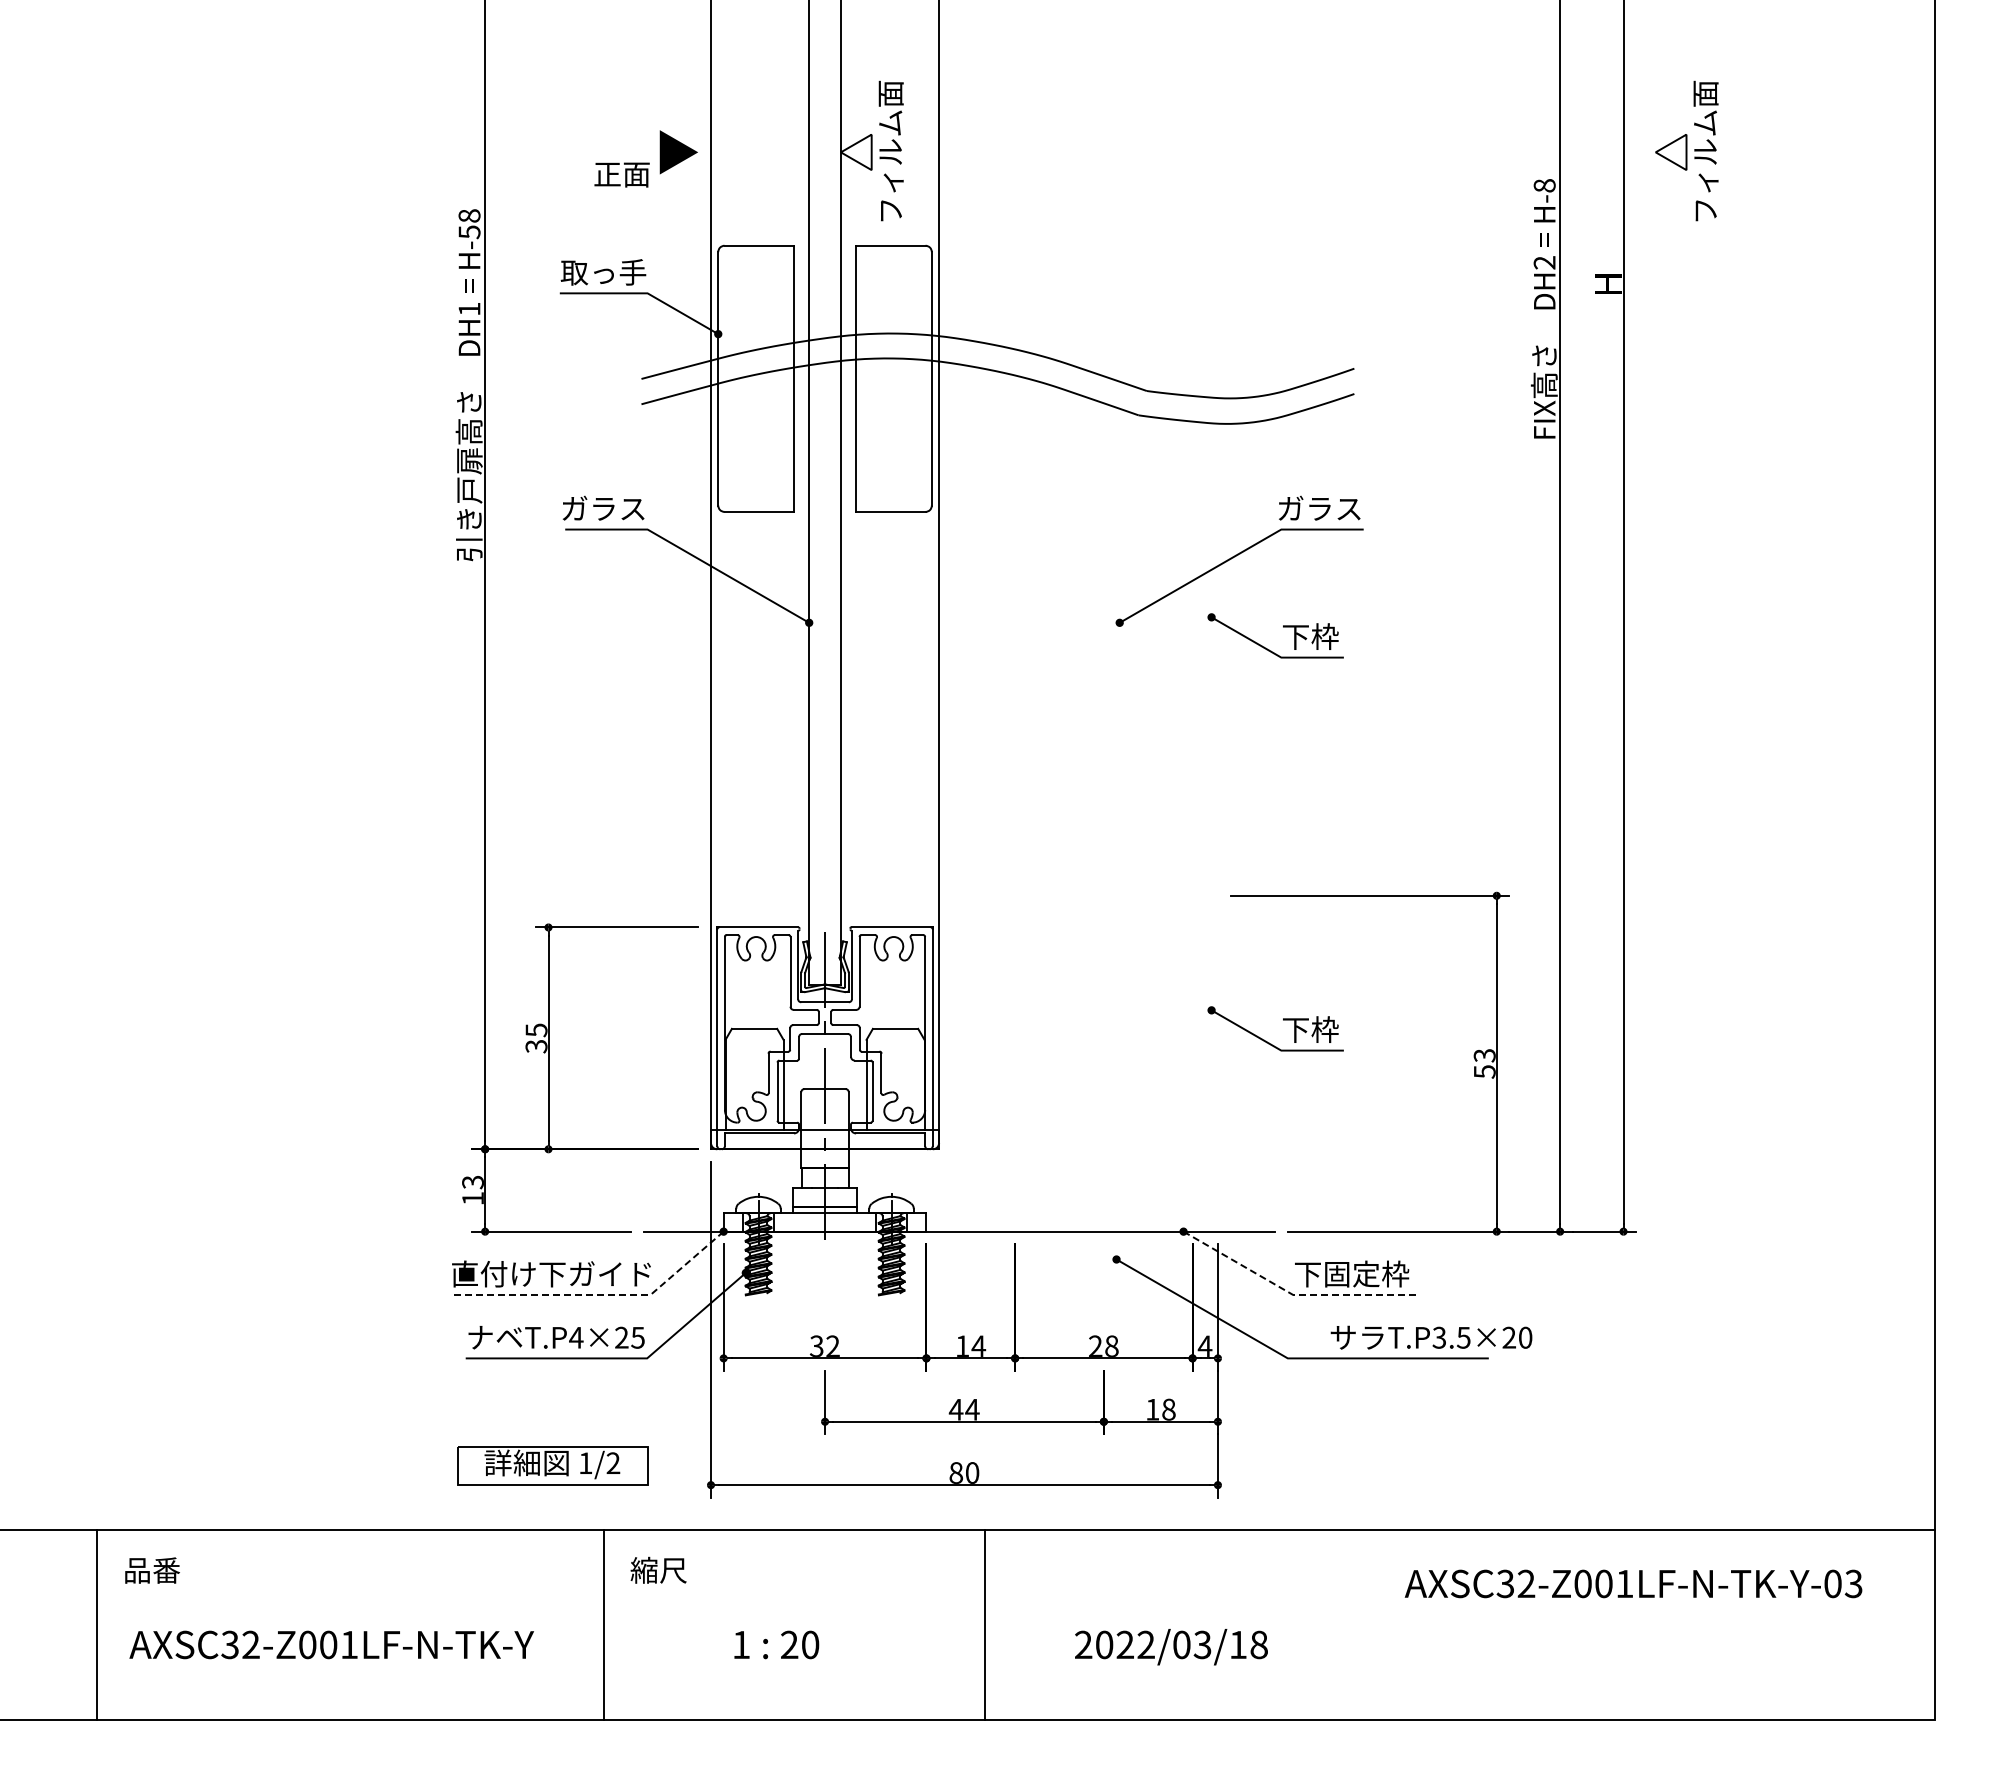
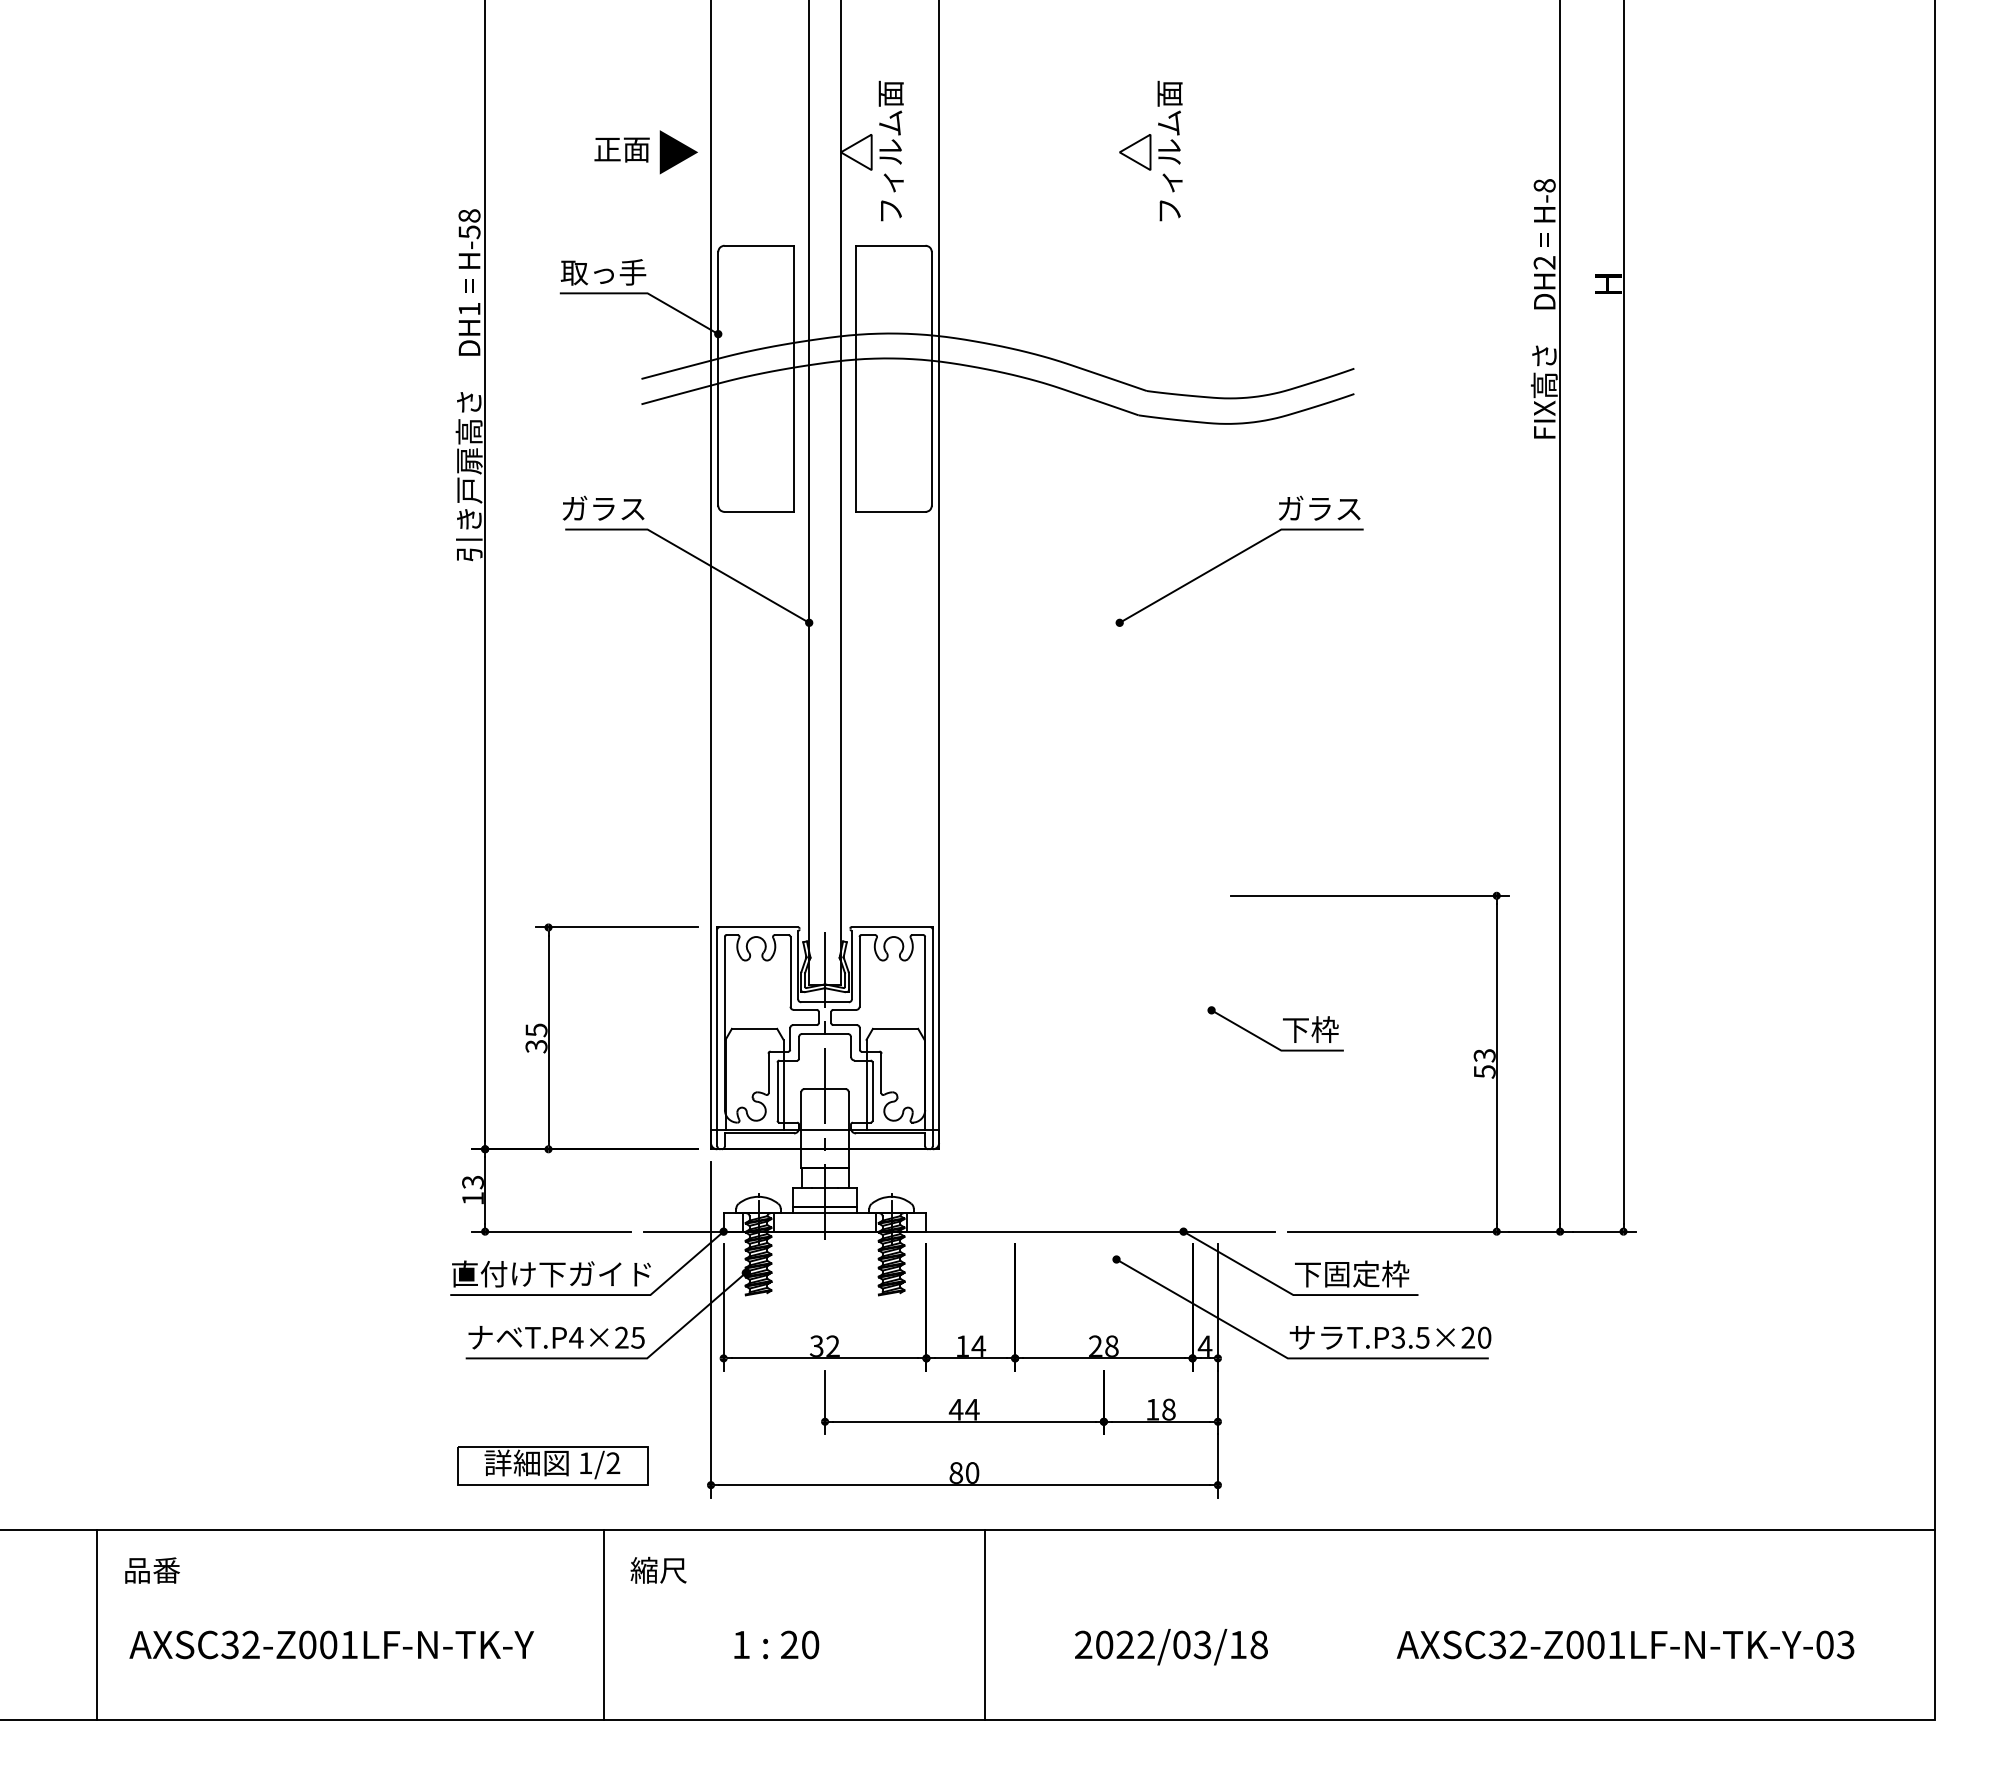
part at (1686, 150) position: (1686, 150) -> (1150, 150)
text at (621, 174) position: (621, 174) -> (621, 149)
part at (1283, 627): present -> none
line at (598, 1295): dashed -> solid
line at (1293, 1295): dashed -> solid
text at (1431, 1337) position: (1431, 1337) -> (1390, 1337)
text at (1633, 1583) position: (1633, 1583) -> (1625, 1644)
